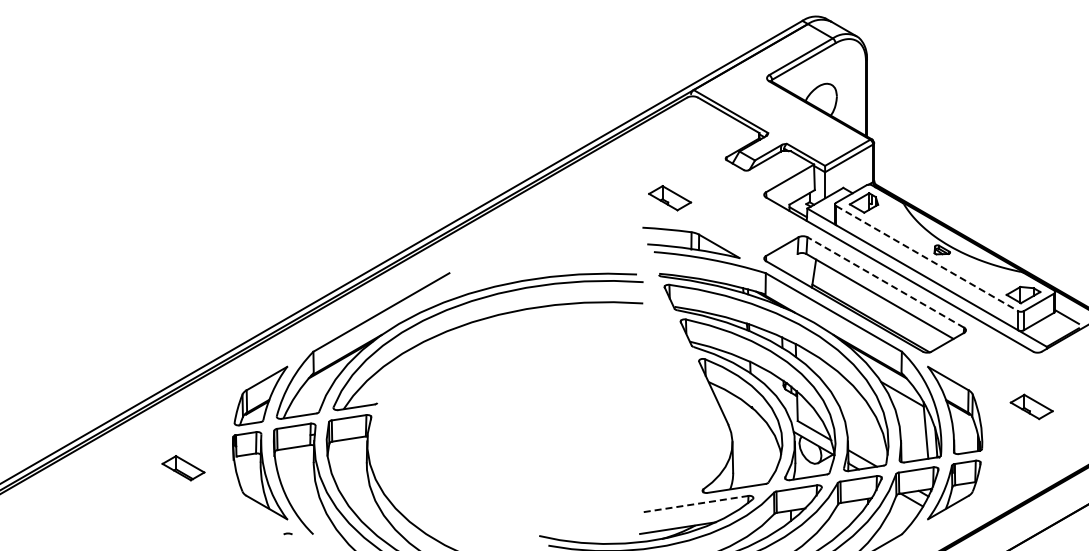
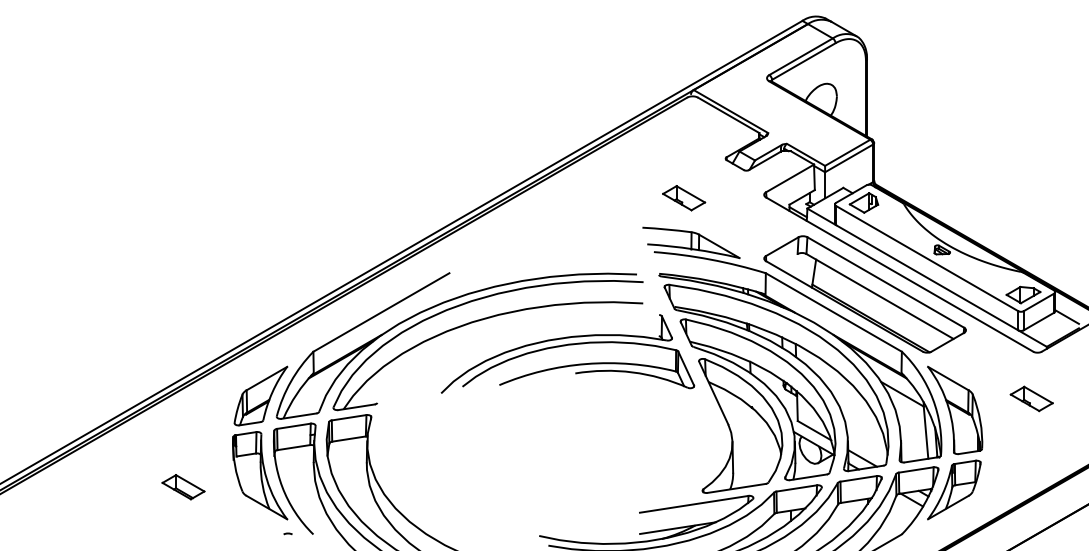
part at (670, 198) position: (670, 198) -> (684, 198)
line at (927, 258): dashed -> solid
line at (885, 282): dashed -> solid
part at (565, 346): none -> present
part at (1031, 406) position: (1031, 406) -> (1031, 398)
part at (183, 468) position: (183, 468) -> (183, 487)
line at (694, 504): dashed -> solid
